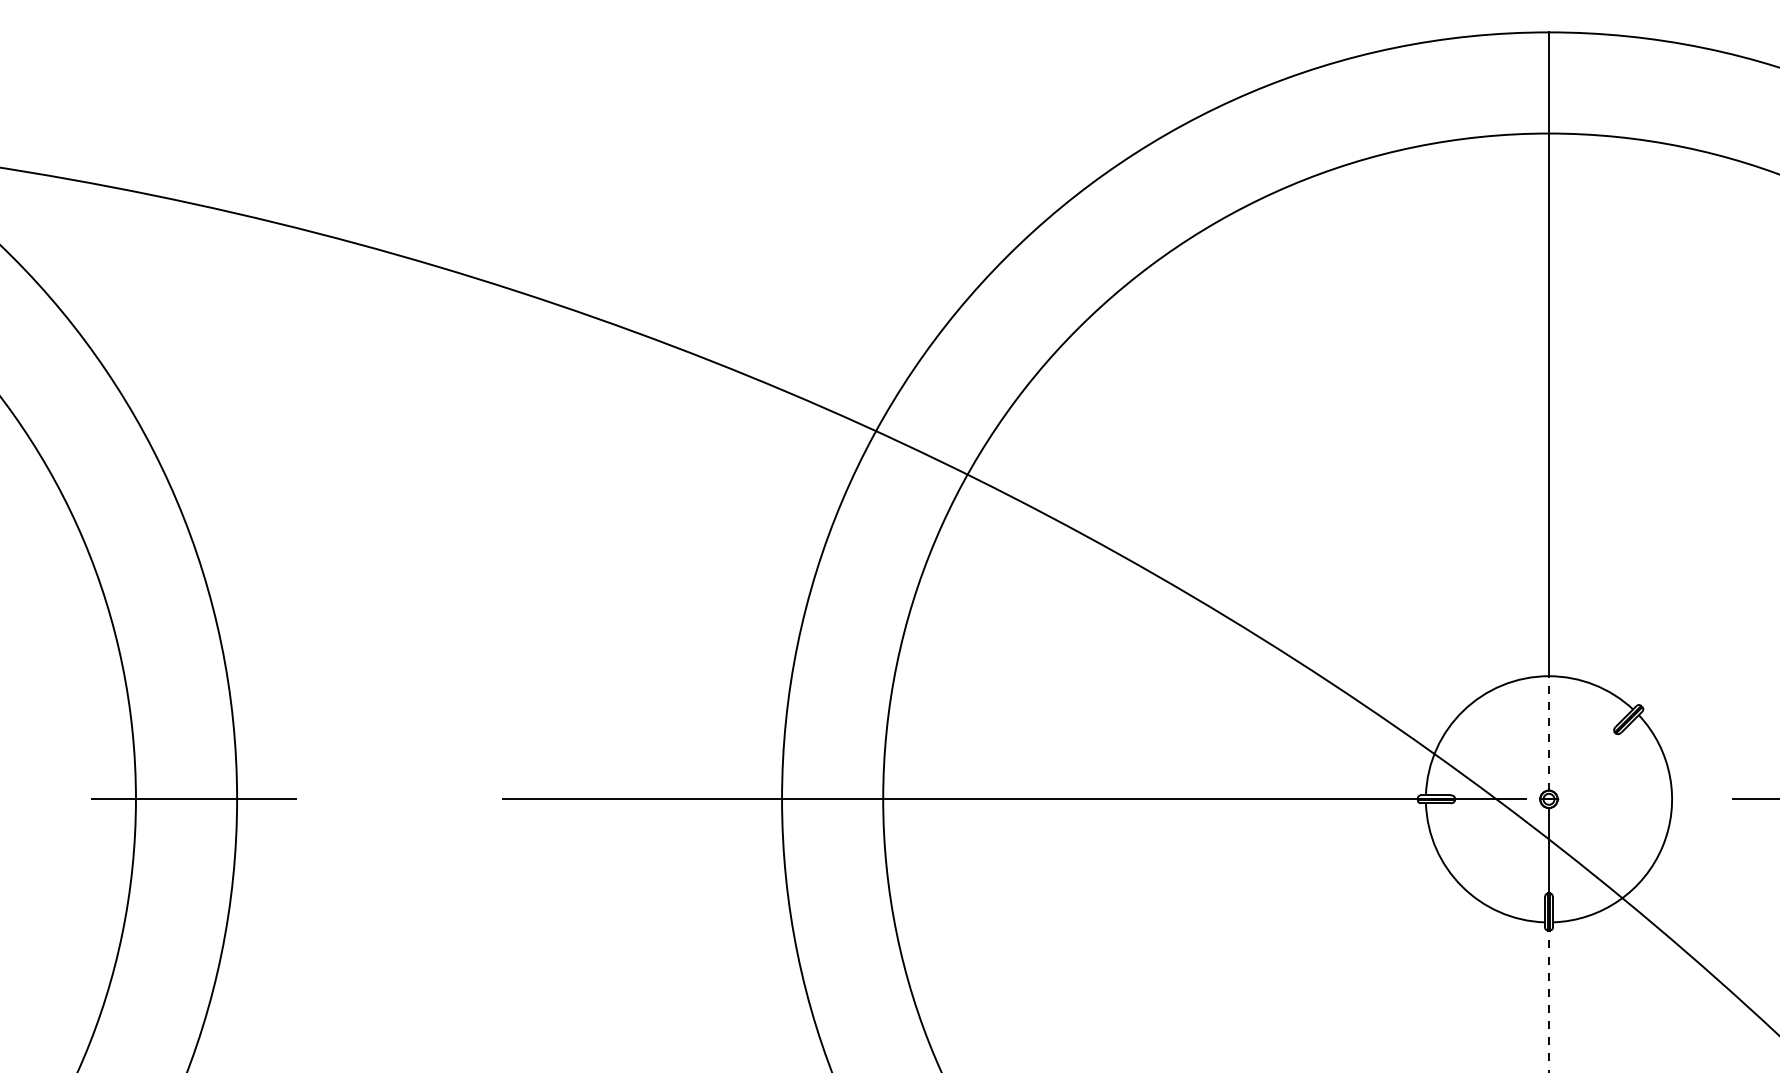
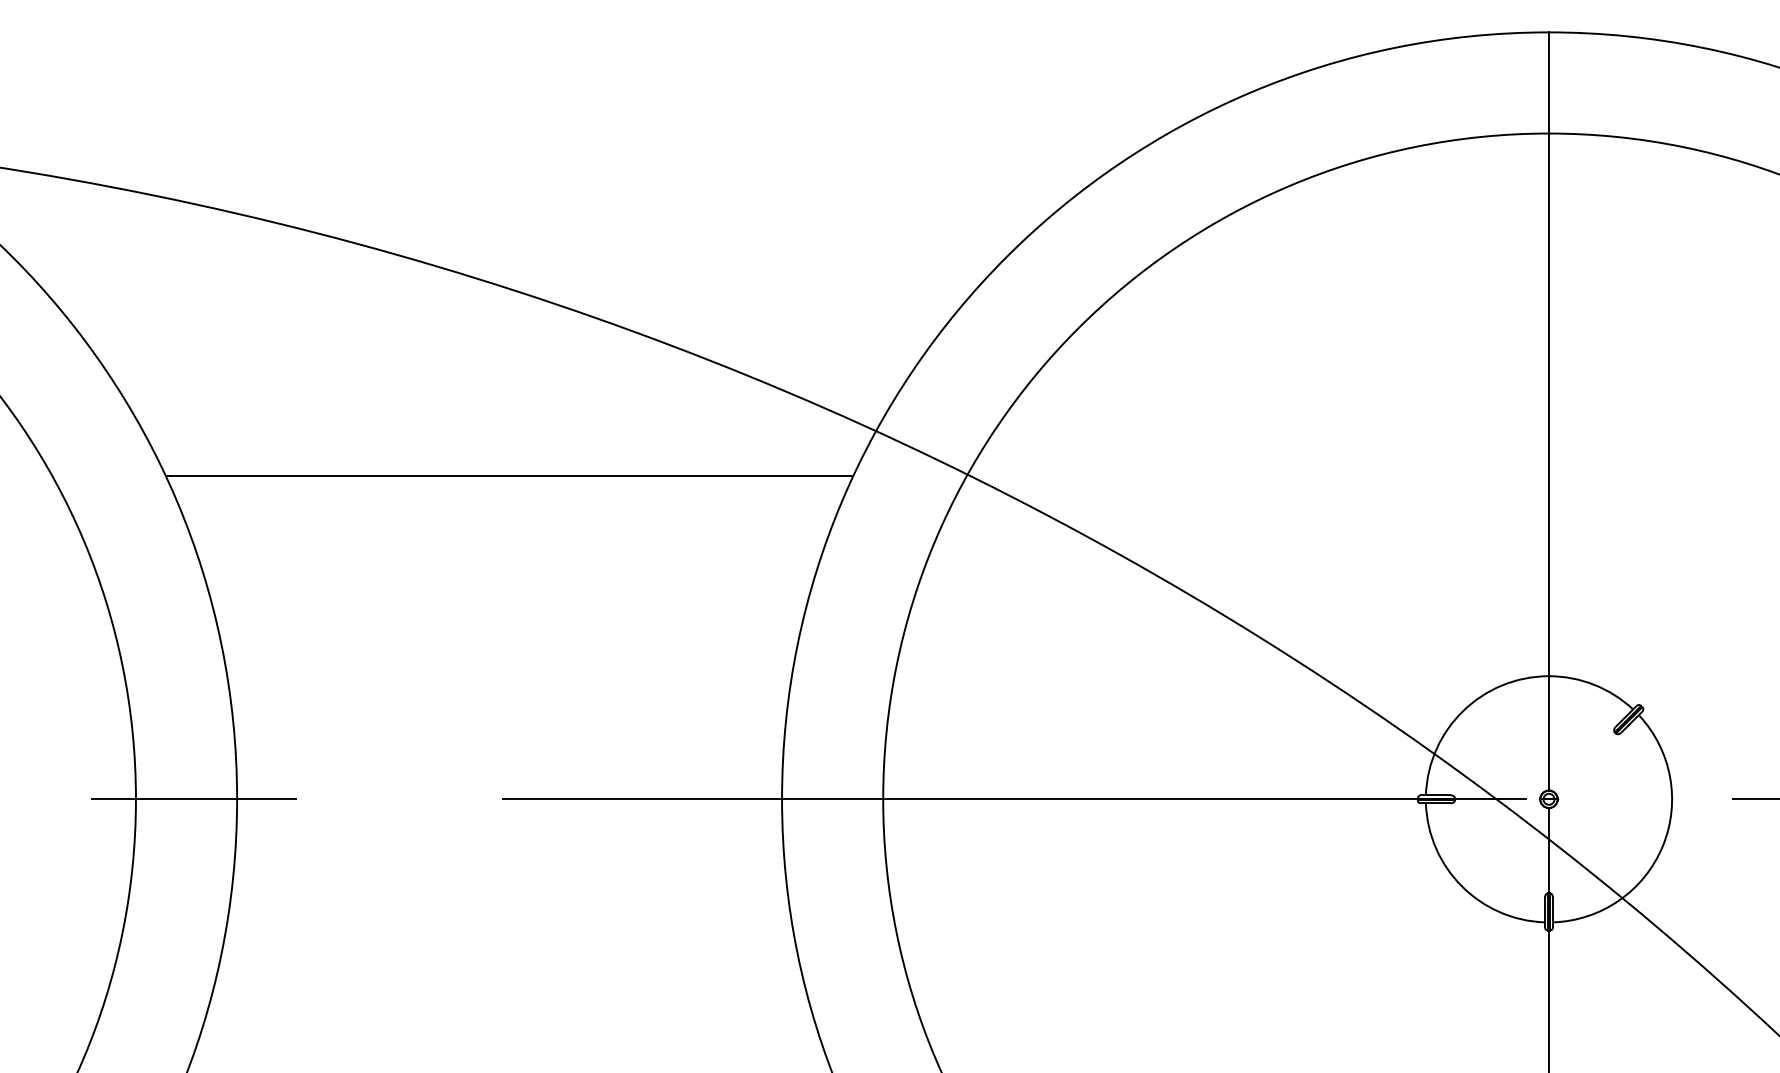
line at (509, 476): none -> present
line at (1548, 732): dashed -> solid
line at (1548, 1001): dashed -> solid
